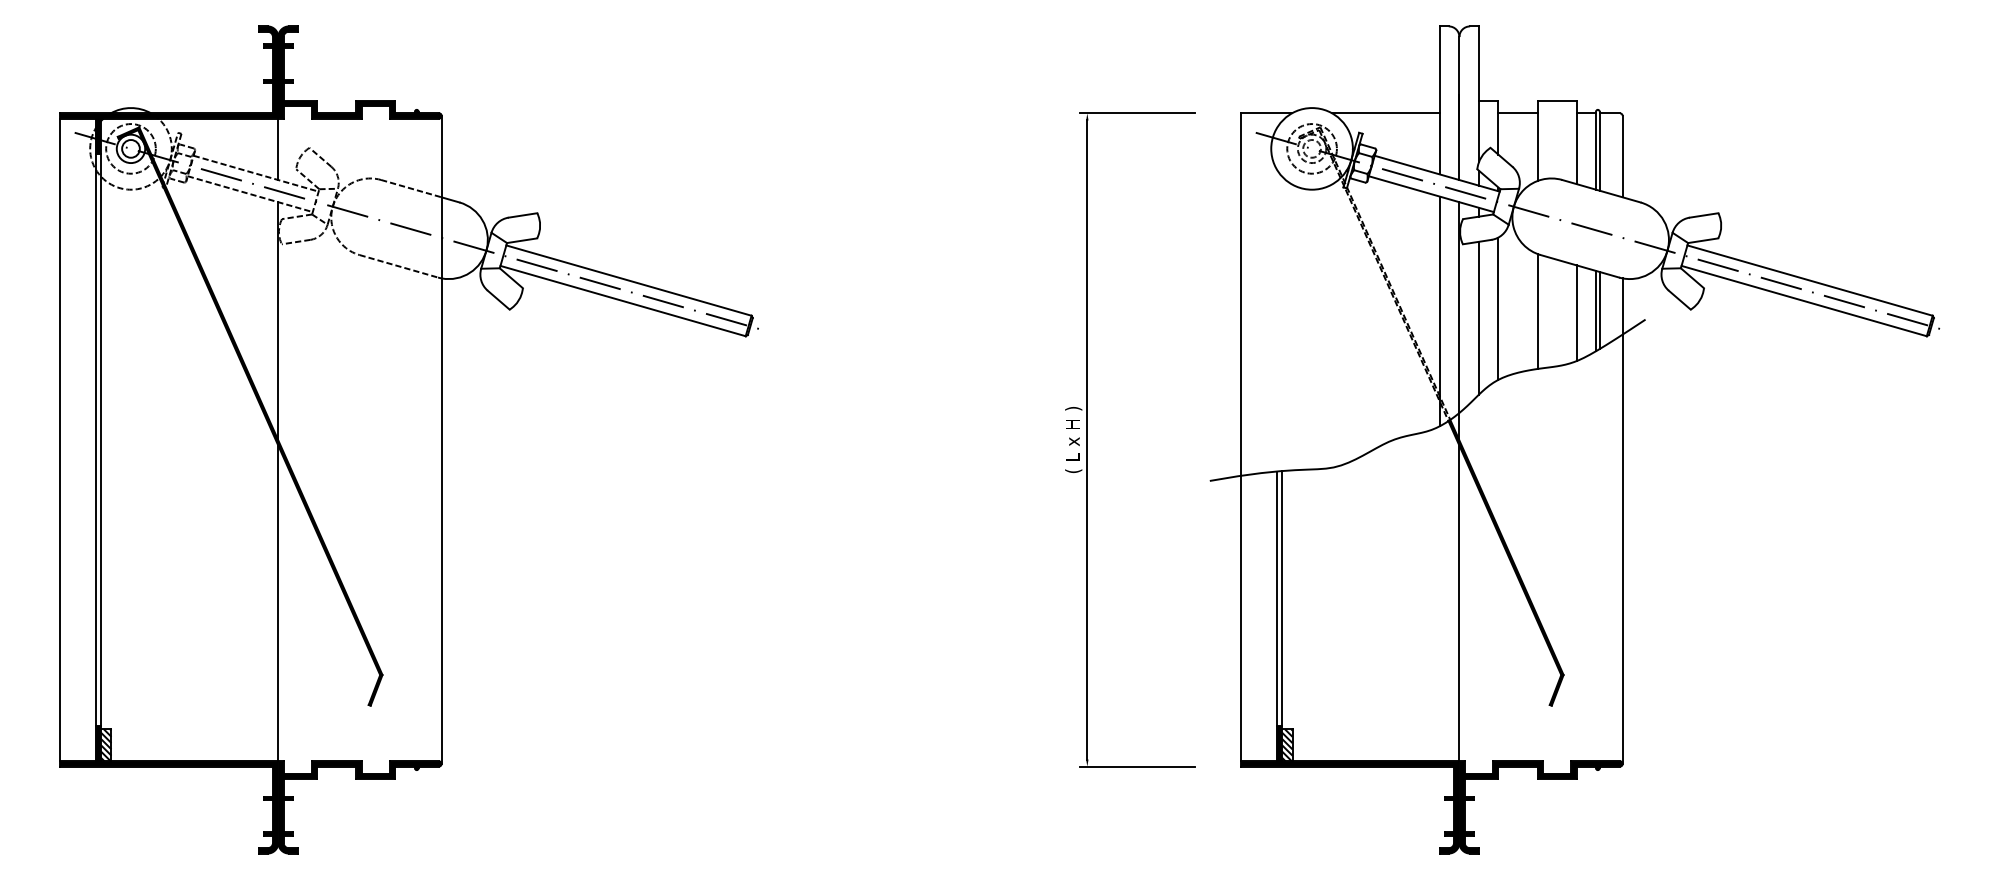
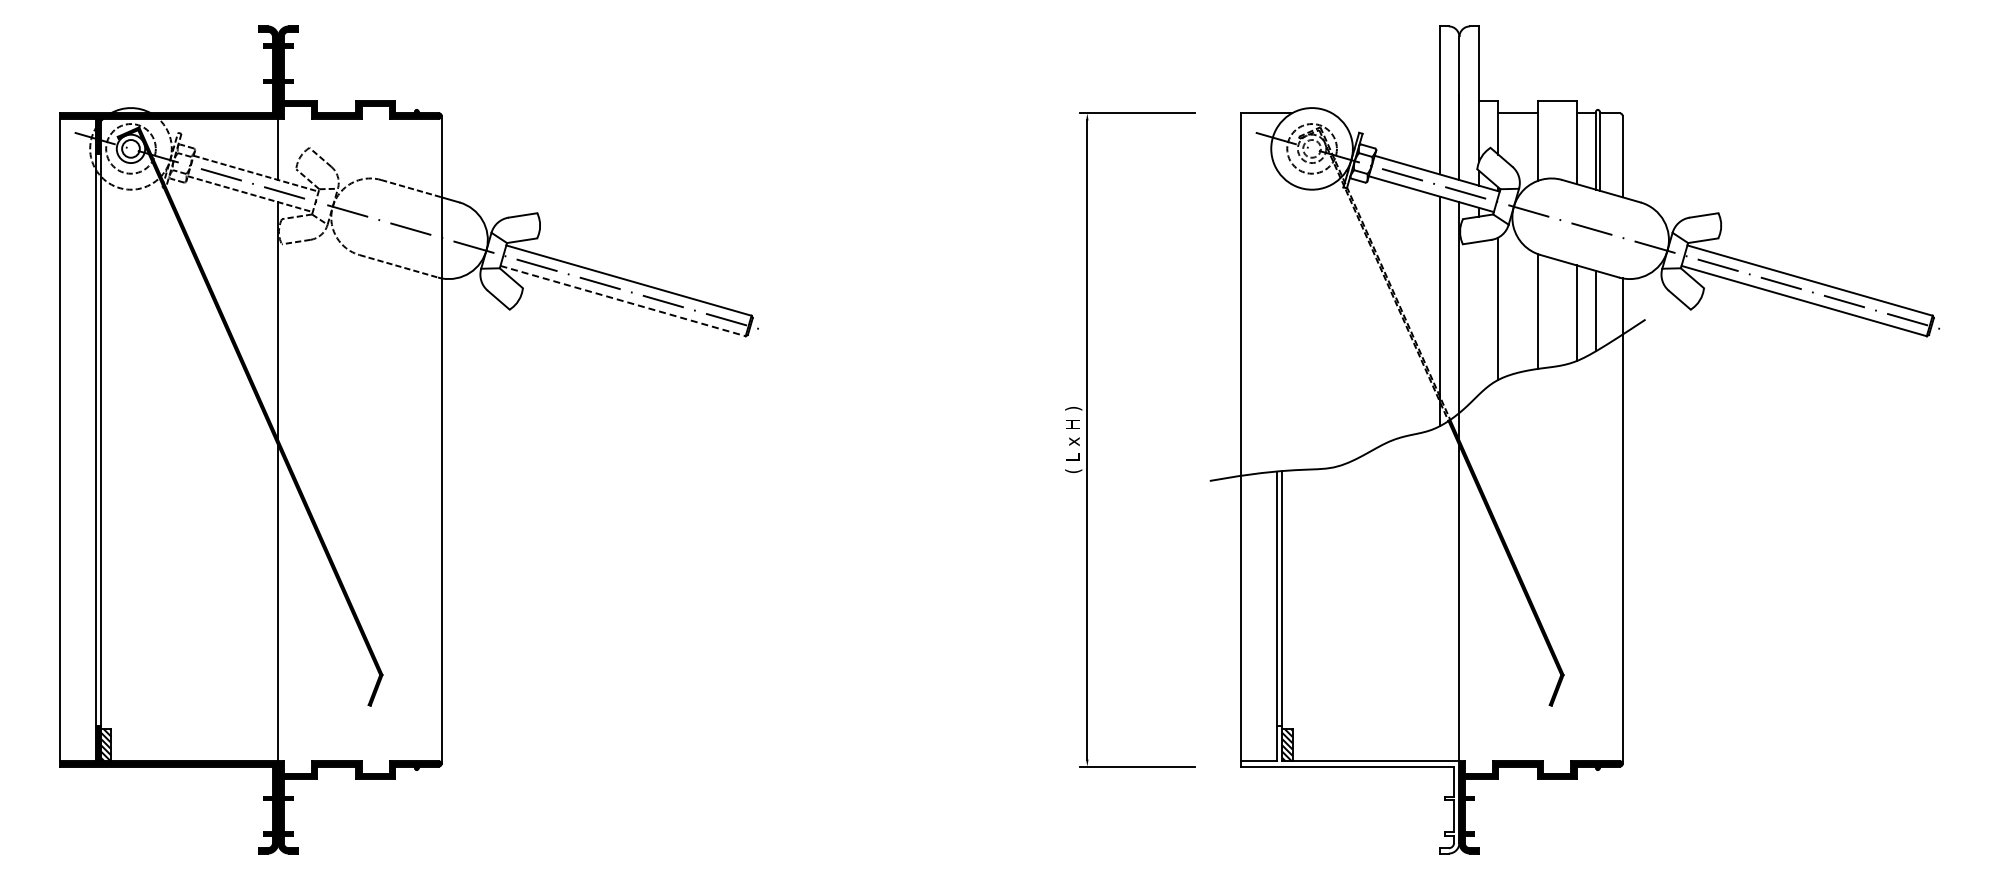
line at (1385, 113): present -> none
line at (623, 301): solid -> dashed
line at (1599, 310): present -> none
line at (1478, 317): present -> none
fill at (1350, 789): present -> none
